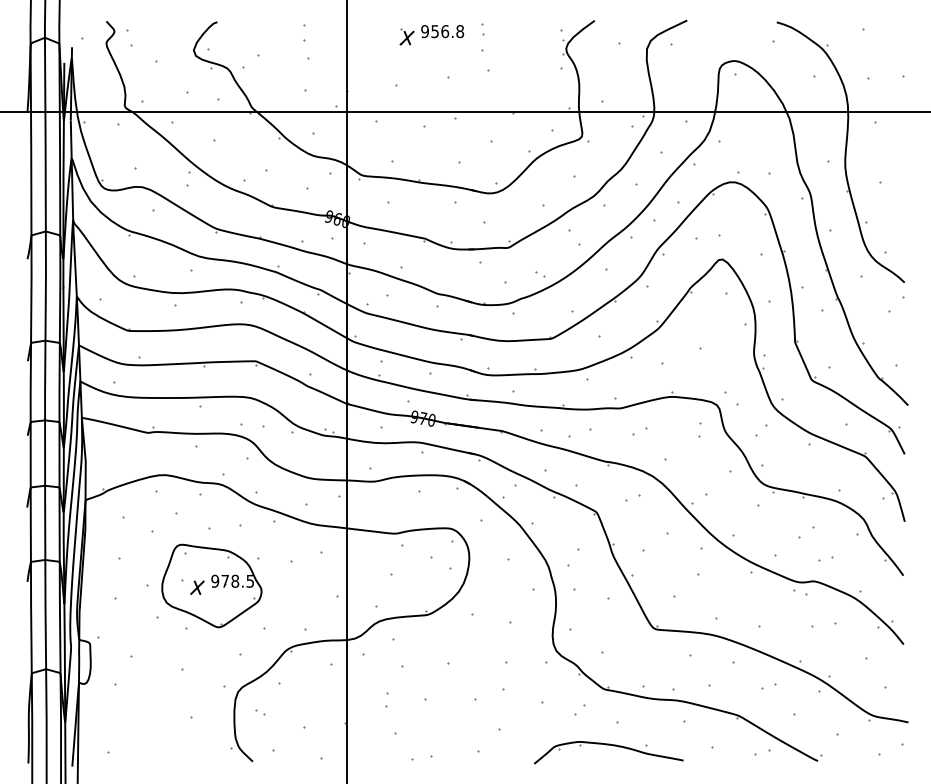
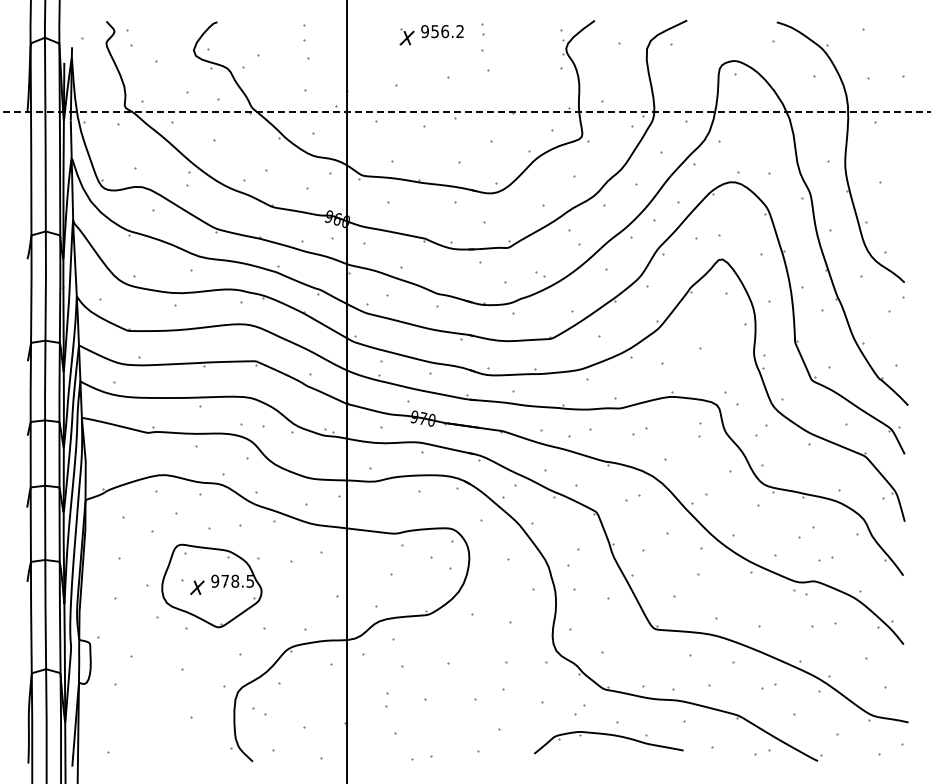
text at (460, 31): 956.8 -> 956.2
line at (465, 112): solid -> dashed
part at (260, 712) size: 11x7 px -> 15x9 px
part at (608, 745) position: (608, 745) -> (608, 735)
